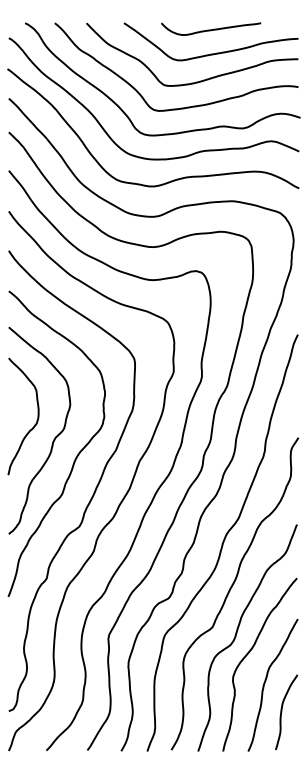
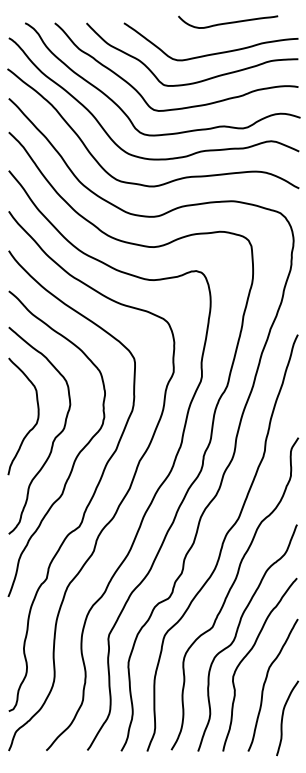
curve at (211, 29) position: (211, 29) -> (228, 22)
curve at (282, 712) position: (282, 712) -> (283, 718)
